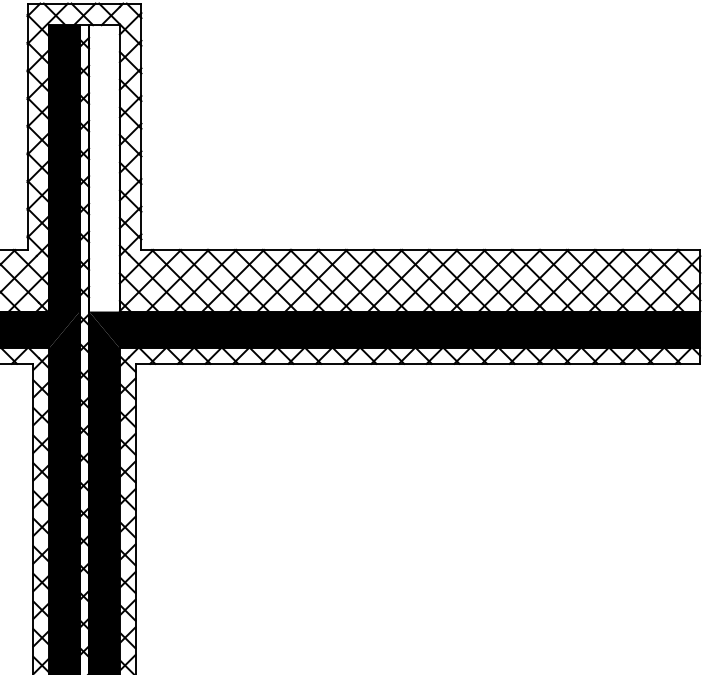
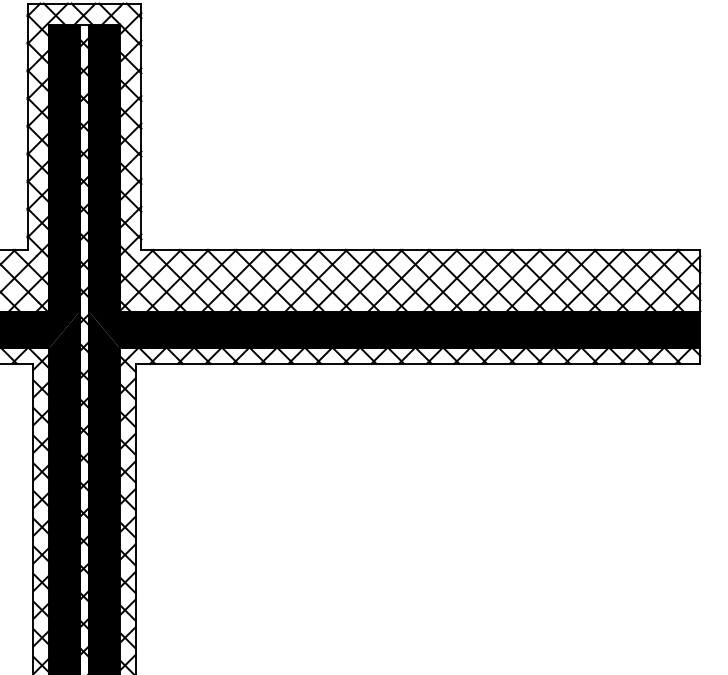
fill at (104, 168): none -> present
